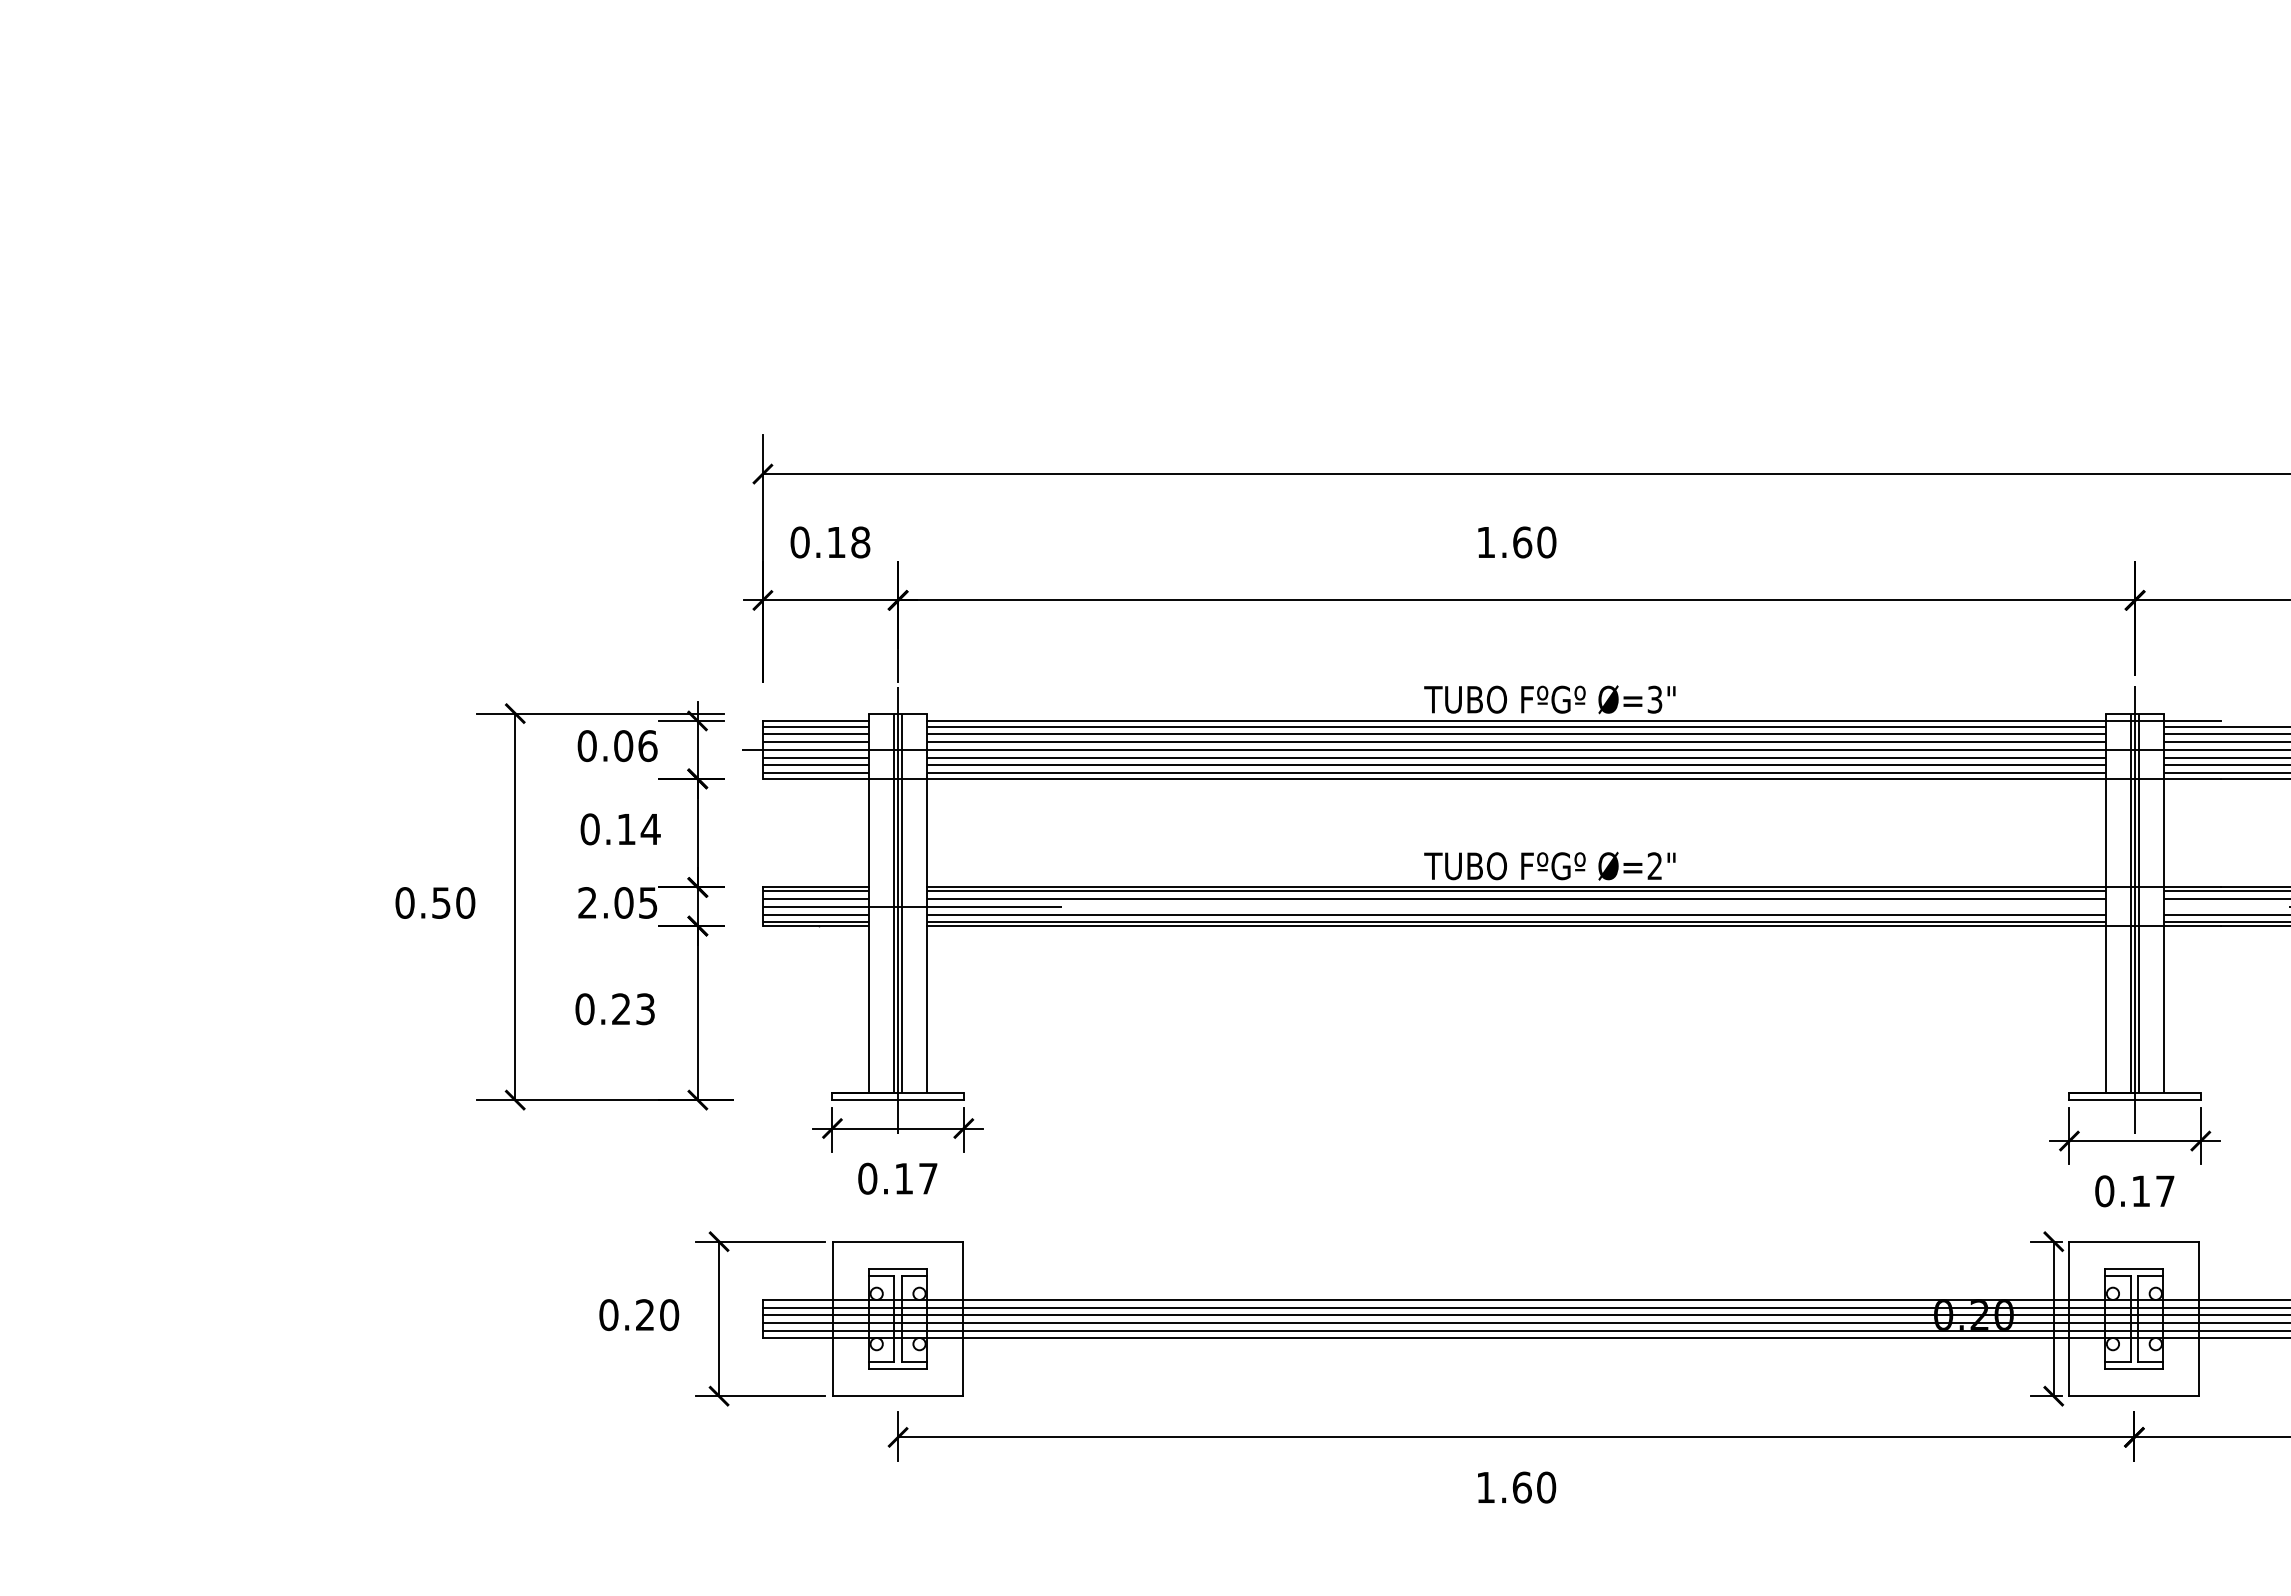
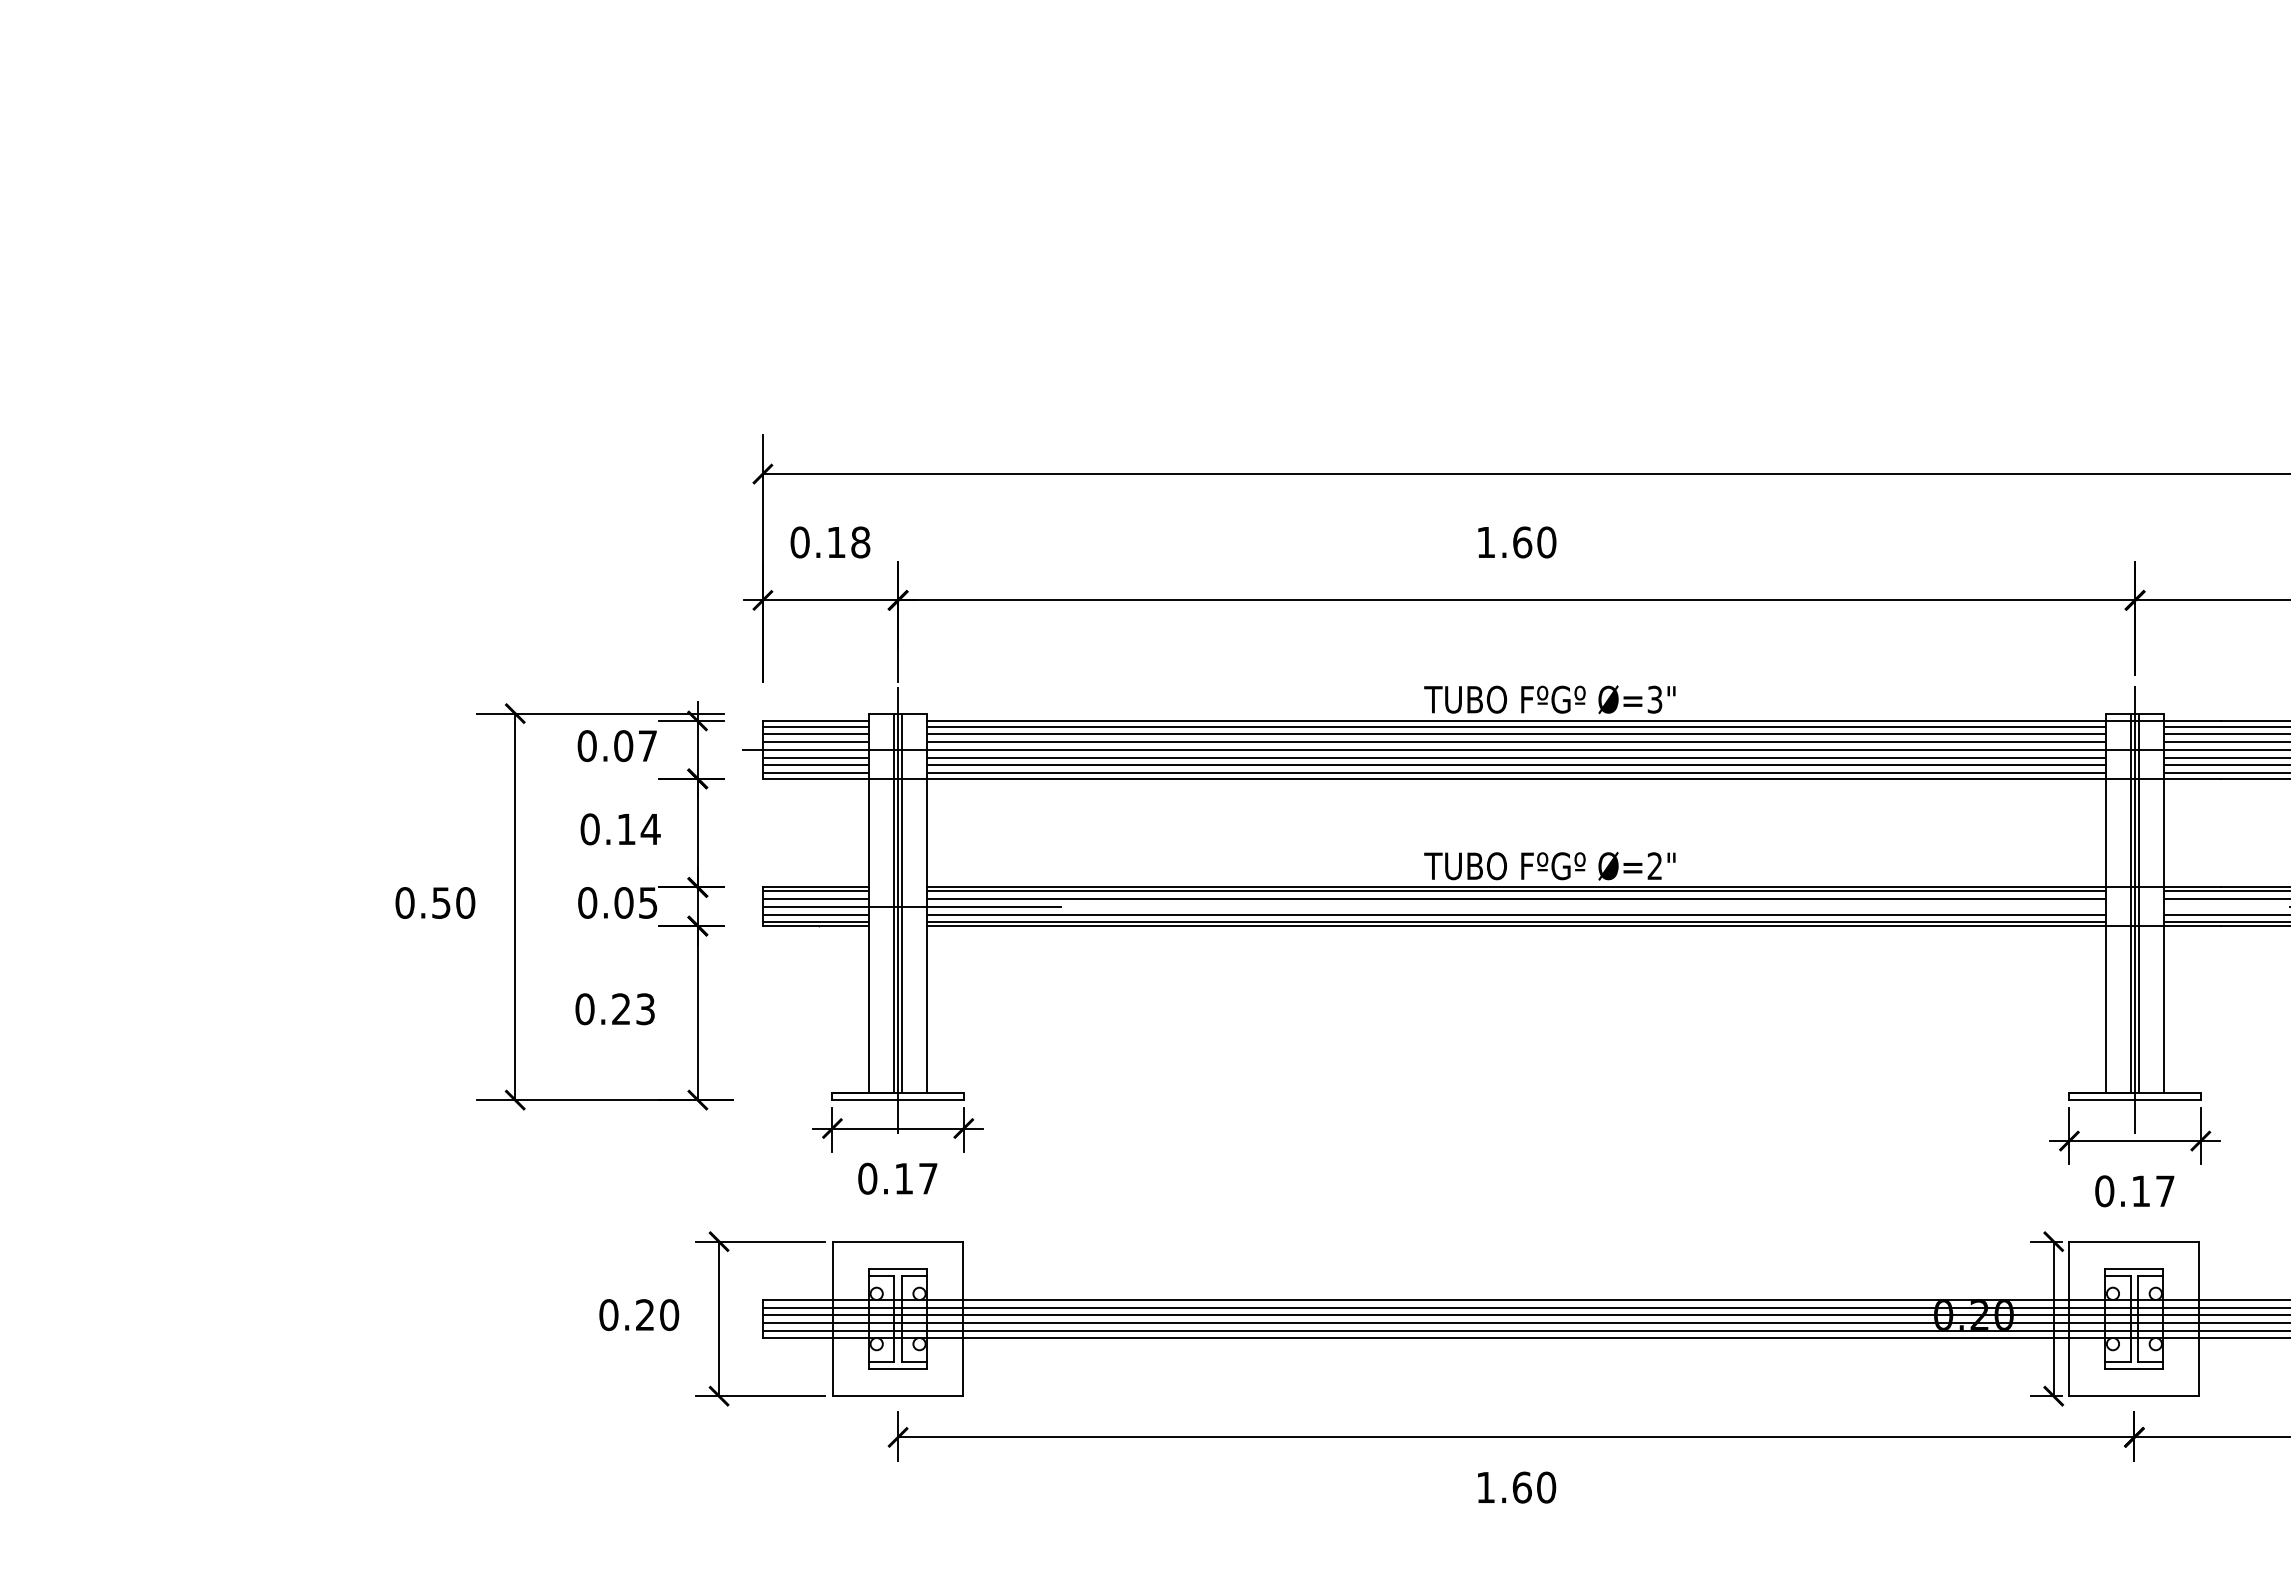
line at (2254, 720): none -> present
text at (647, 746): 0.06 -> 0.07
text at (587, 902): 2.05 -> 0.05
